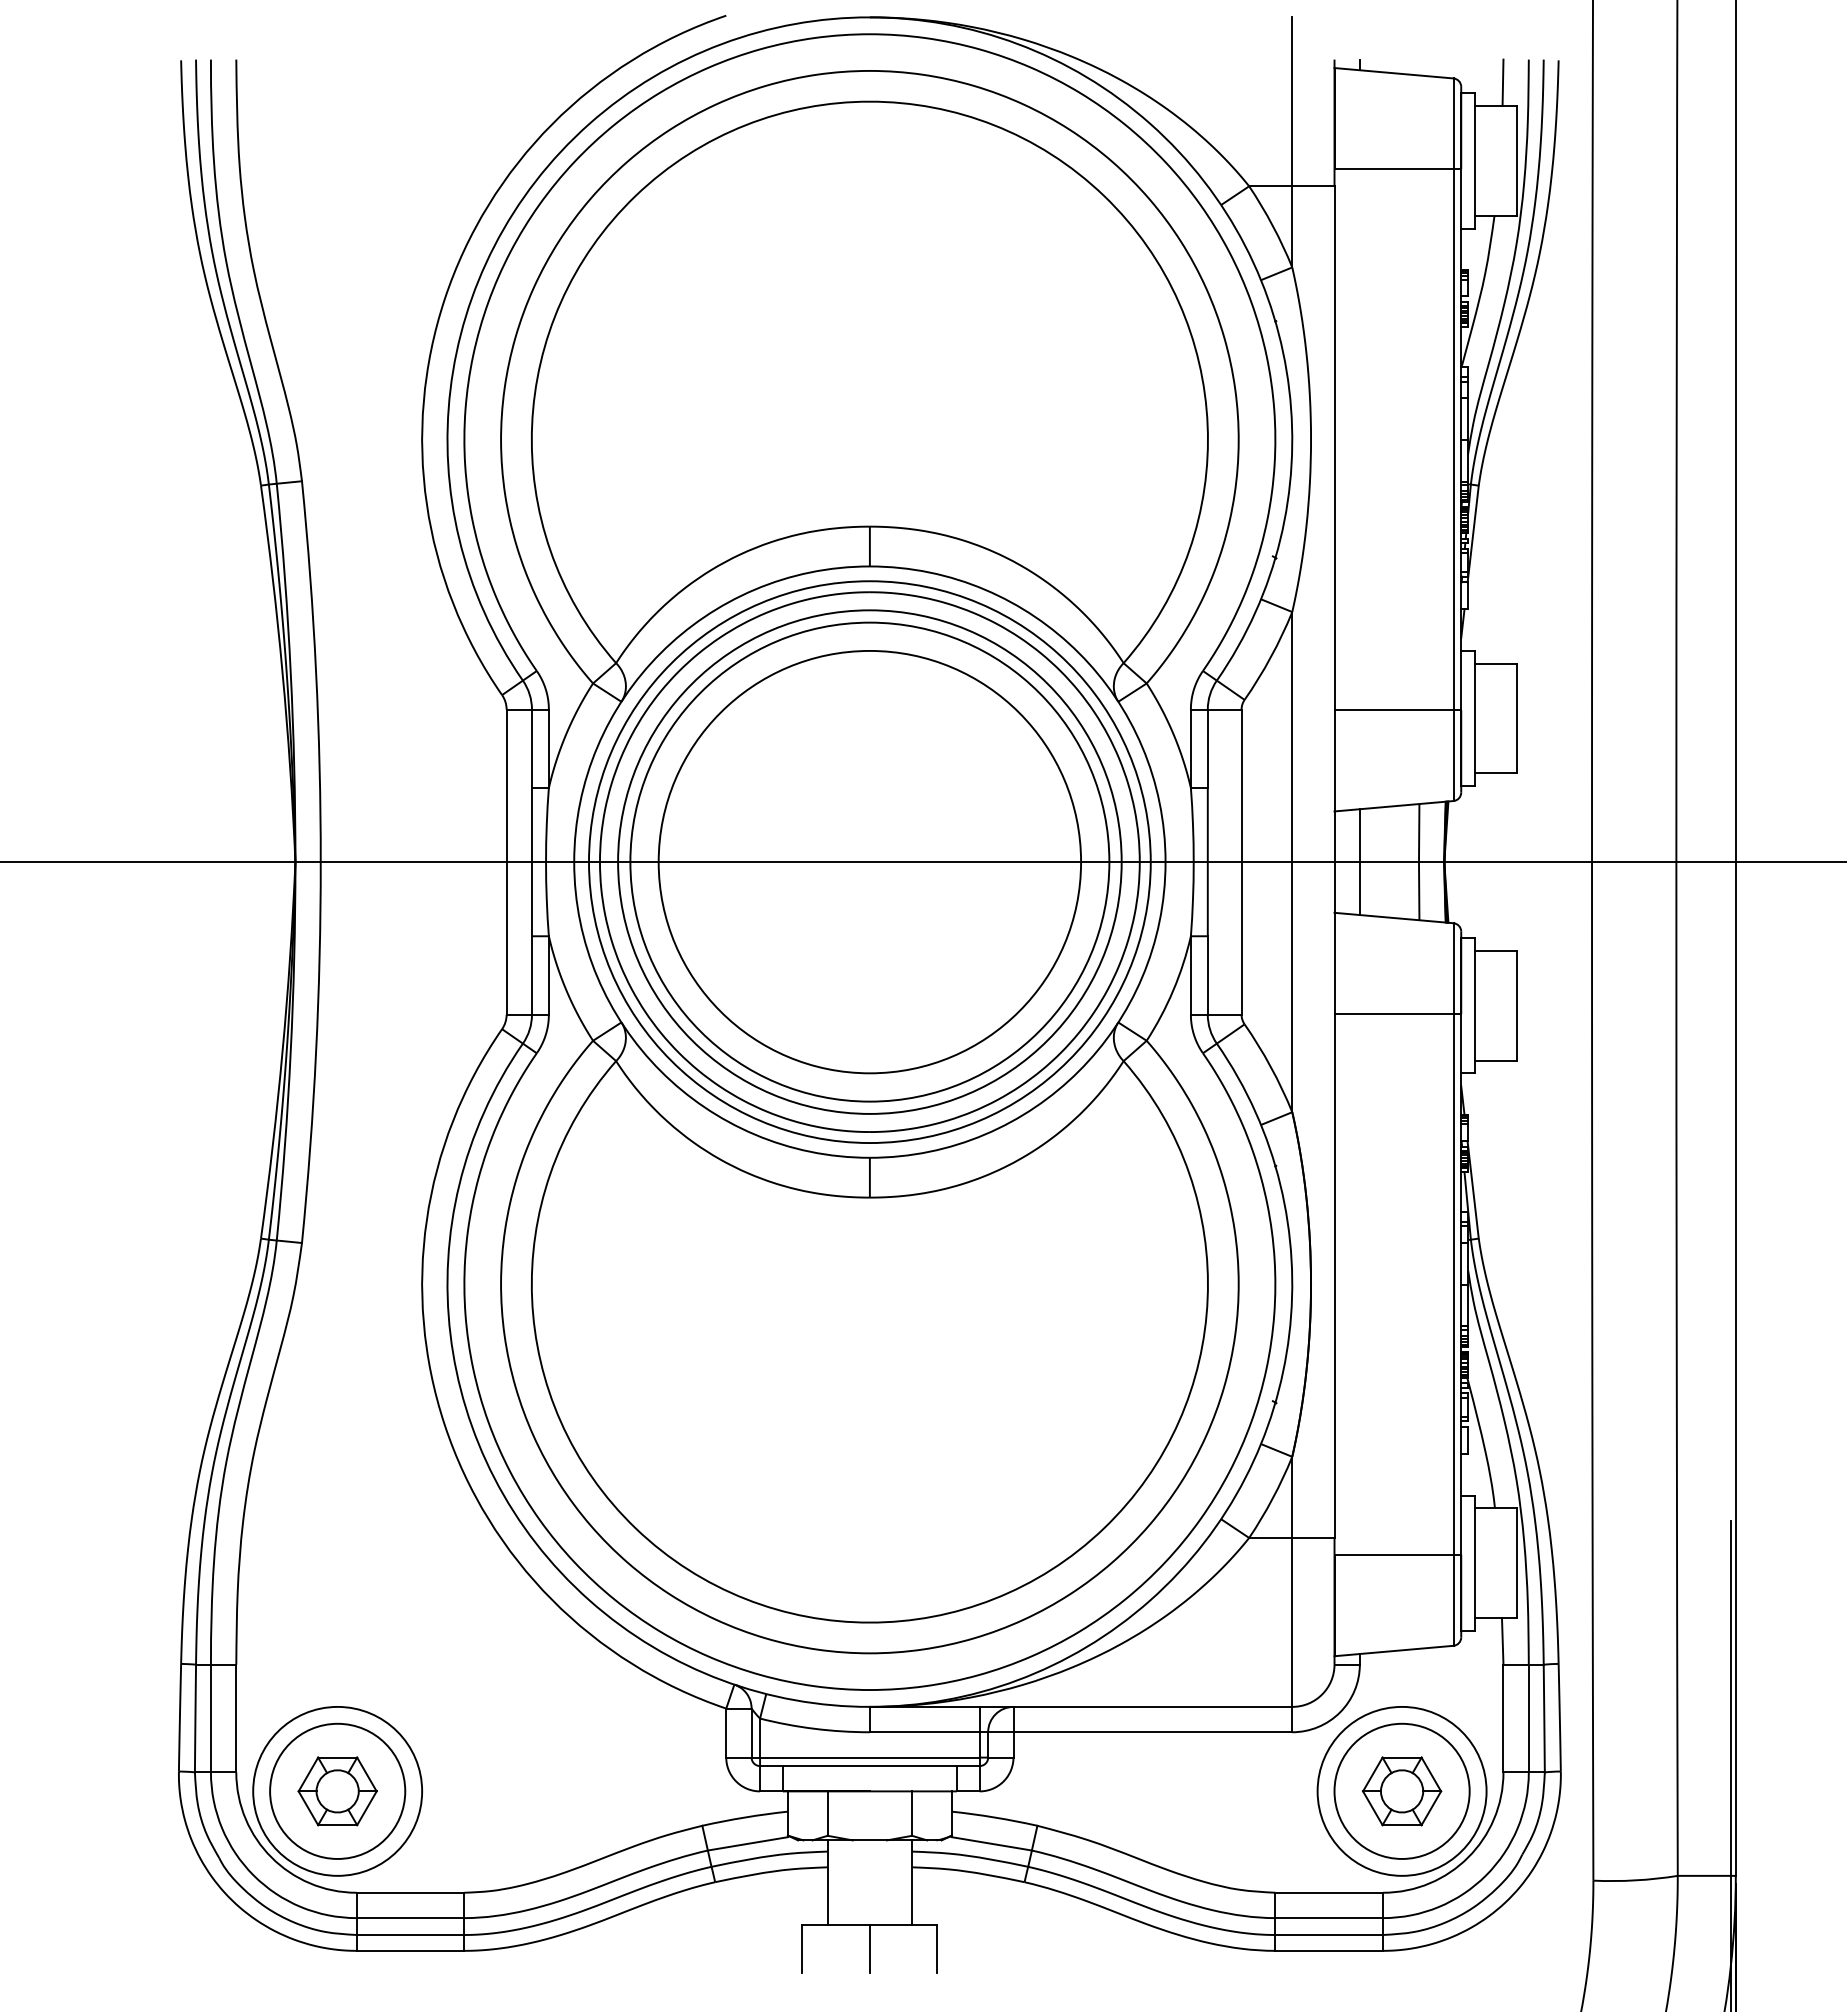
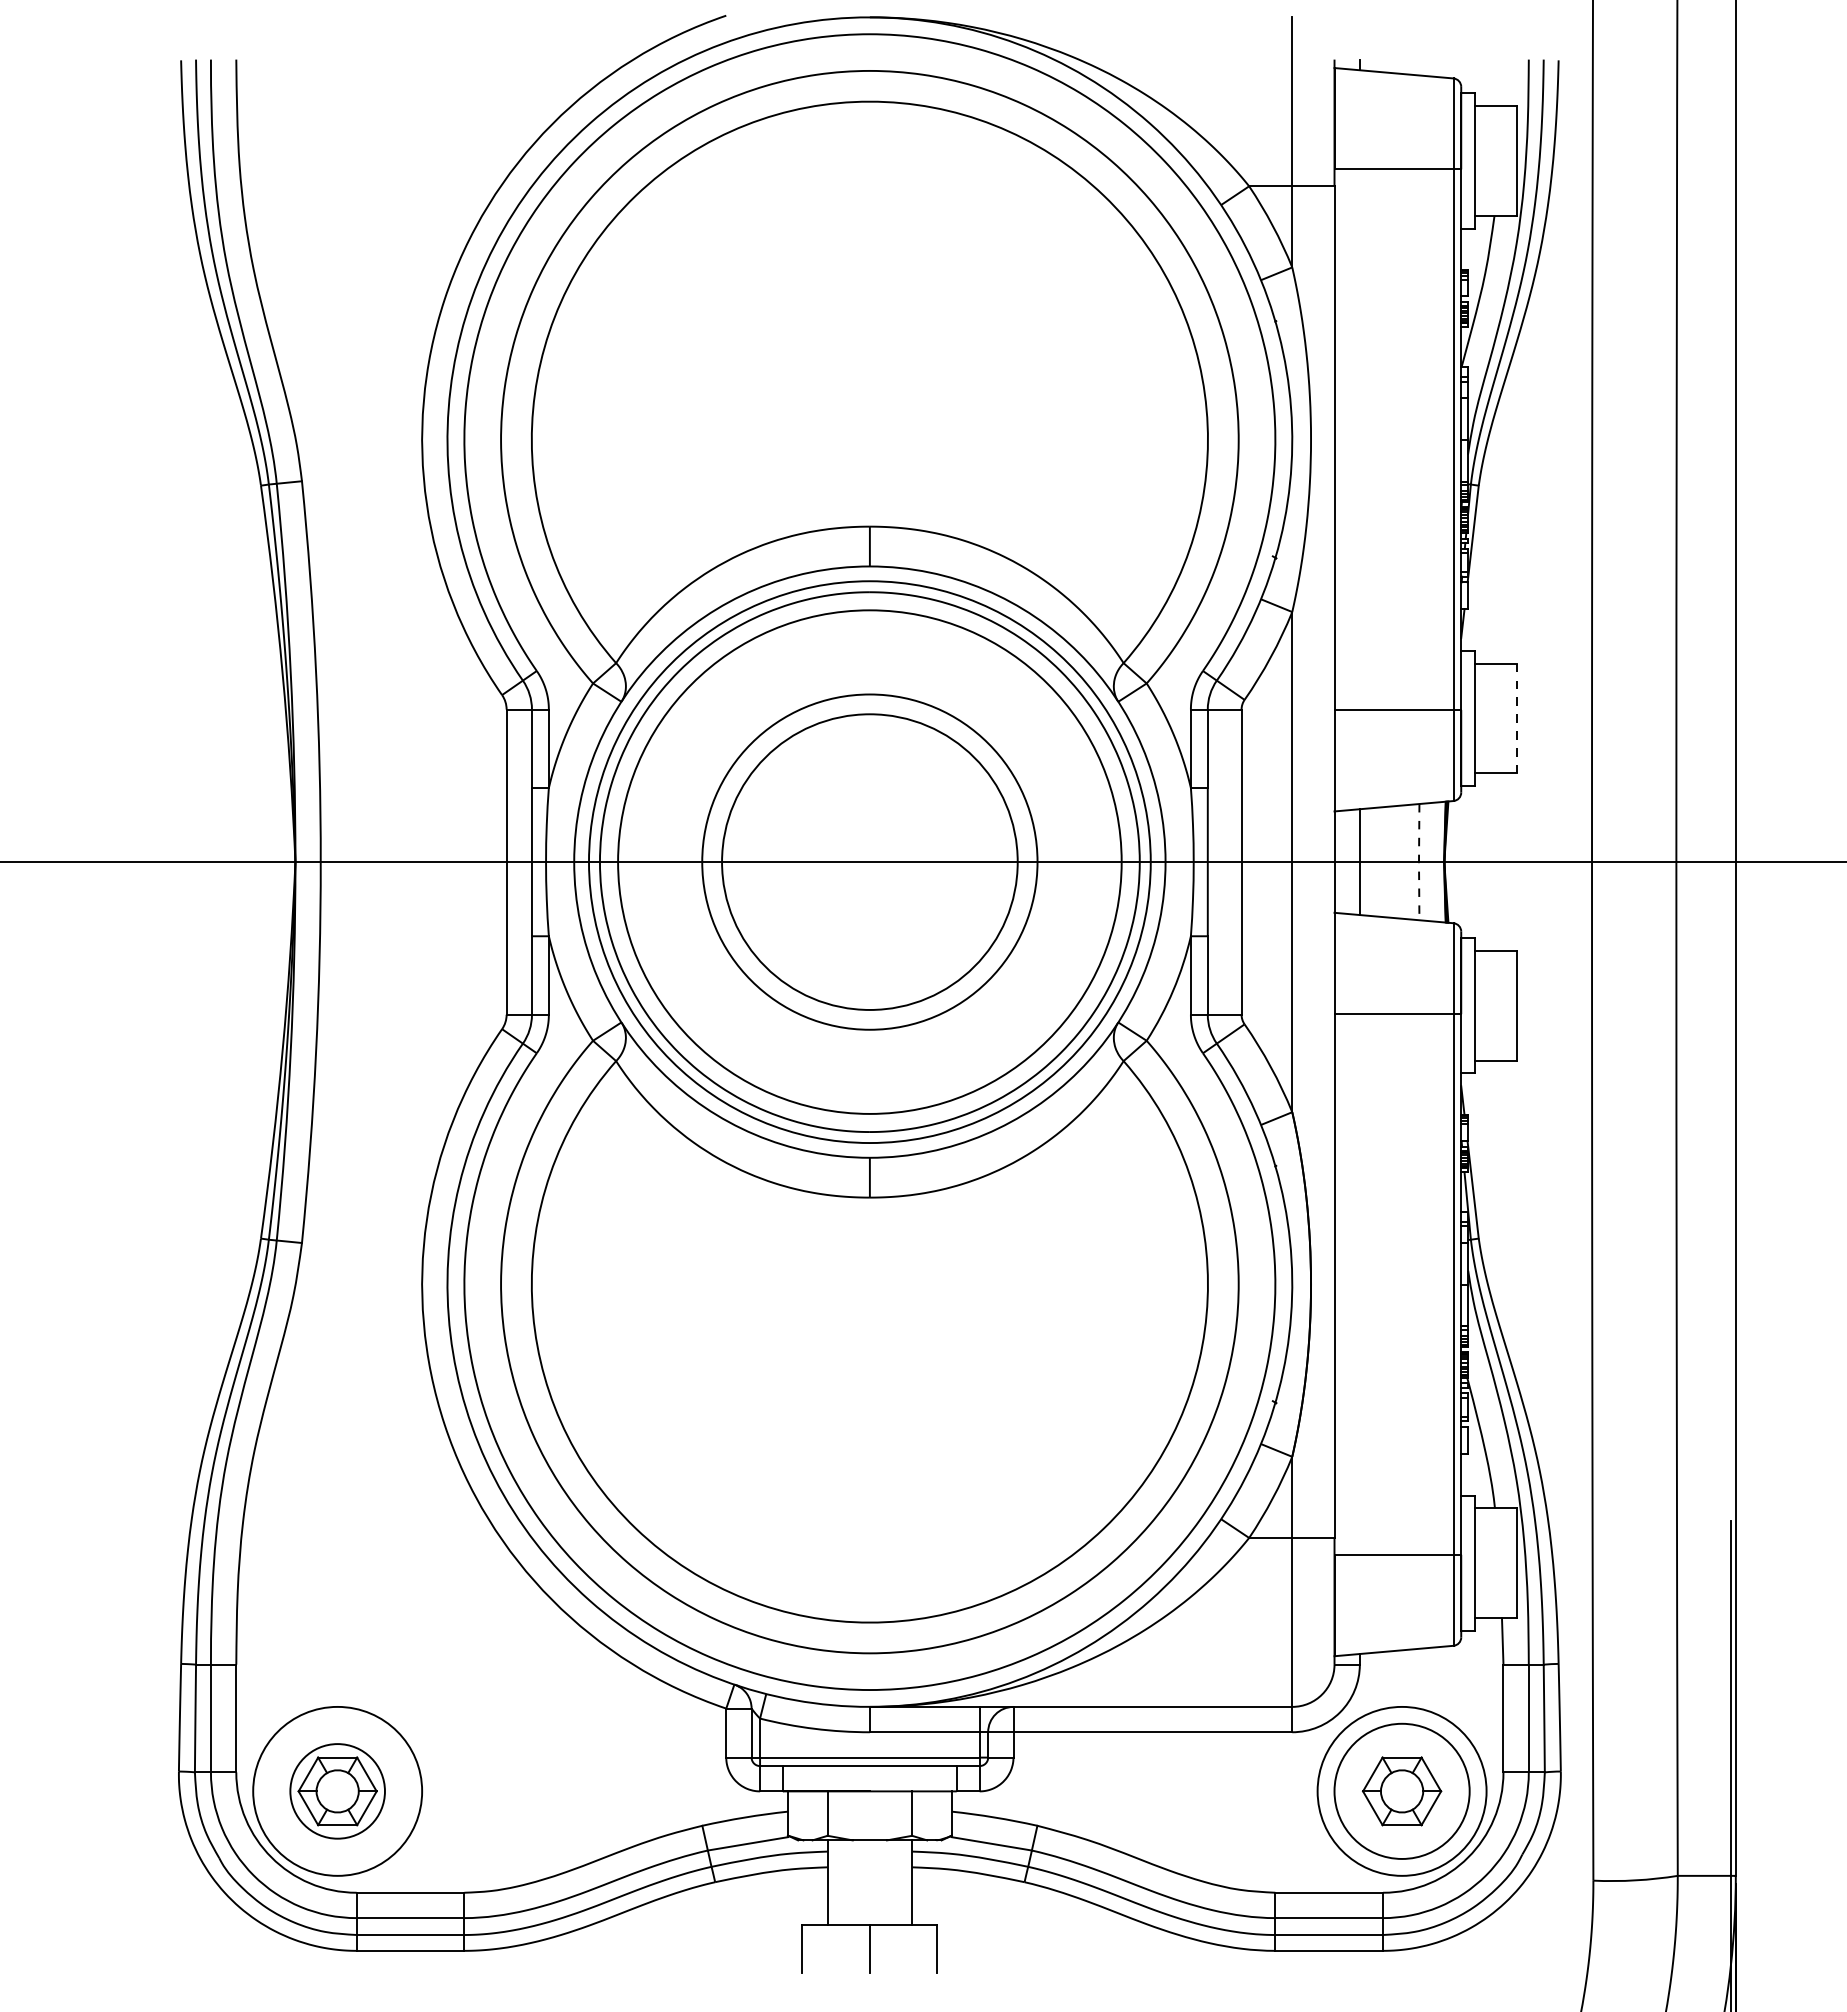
line at (1502, 82): present -> none
line at (1516, 718): solid -> dashed
circle at (869, 861) diameter: 422 px -> 296 px
circle at (869, 861) diameter: 479 px -> 335 px
line at (1418, 862): solid -> dashed
circle at (337, 1790) diameter: 135 px -> 95 px
